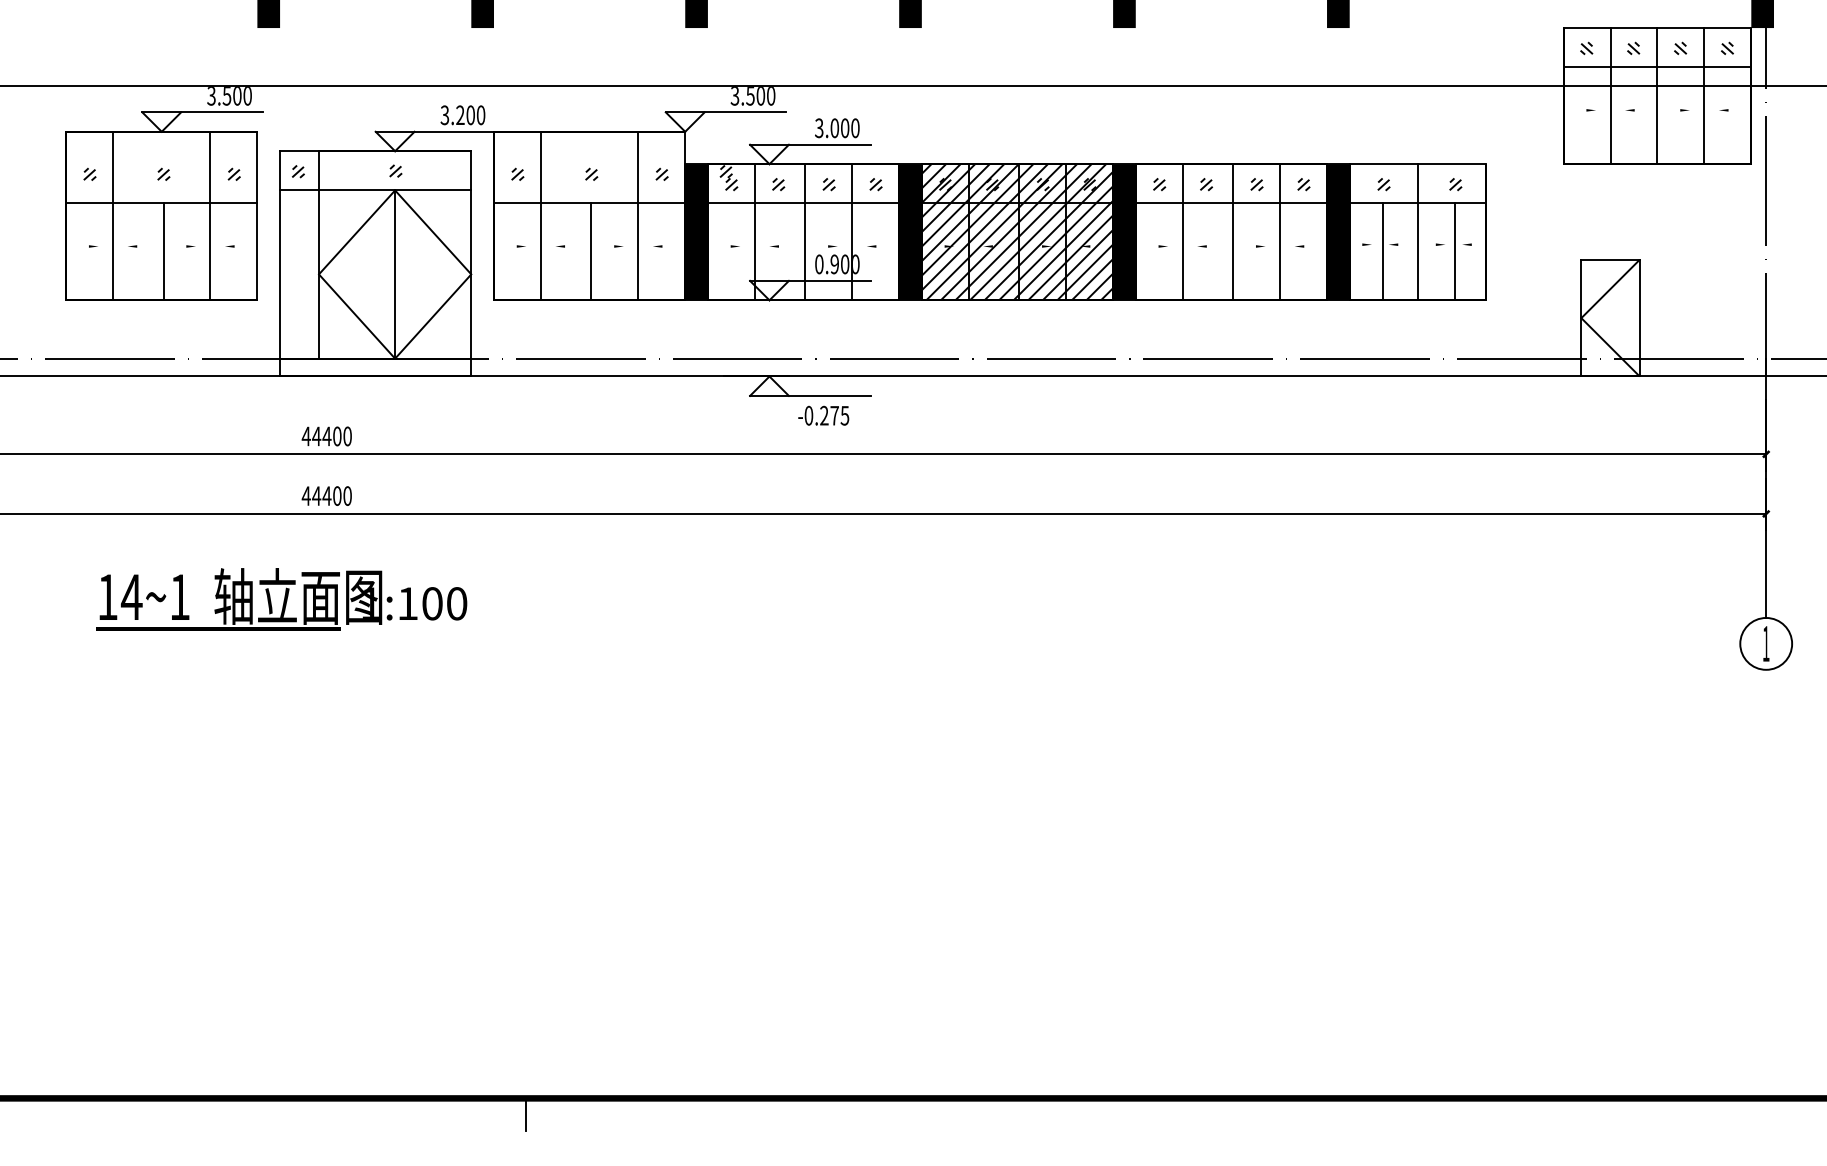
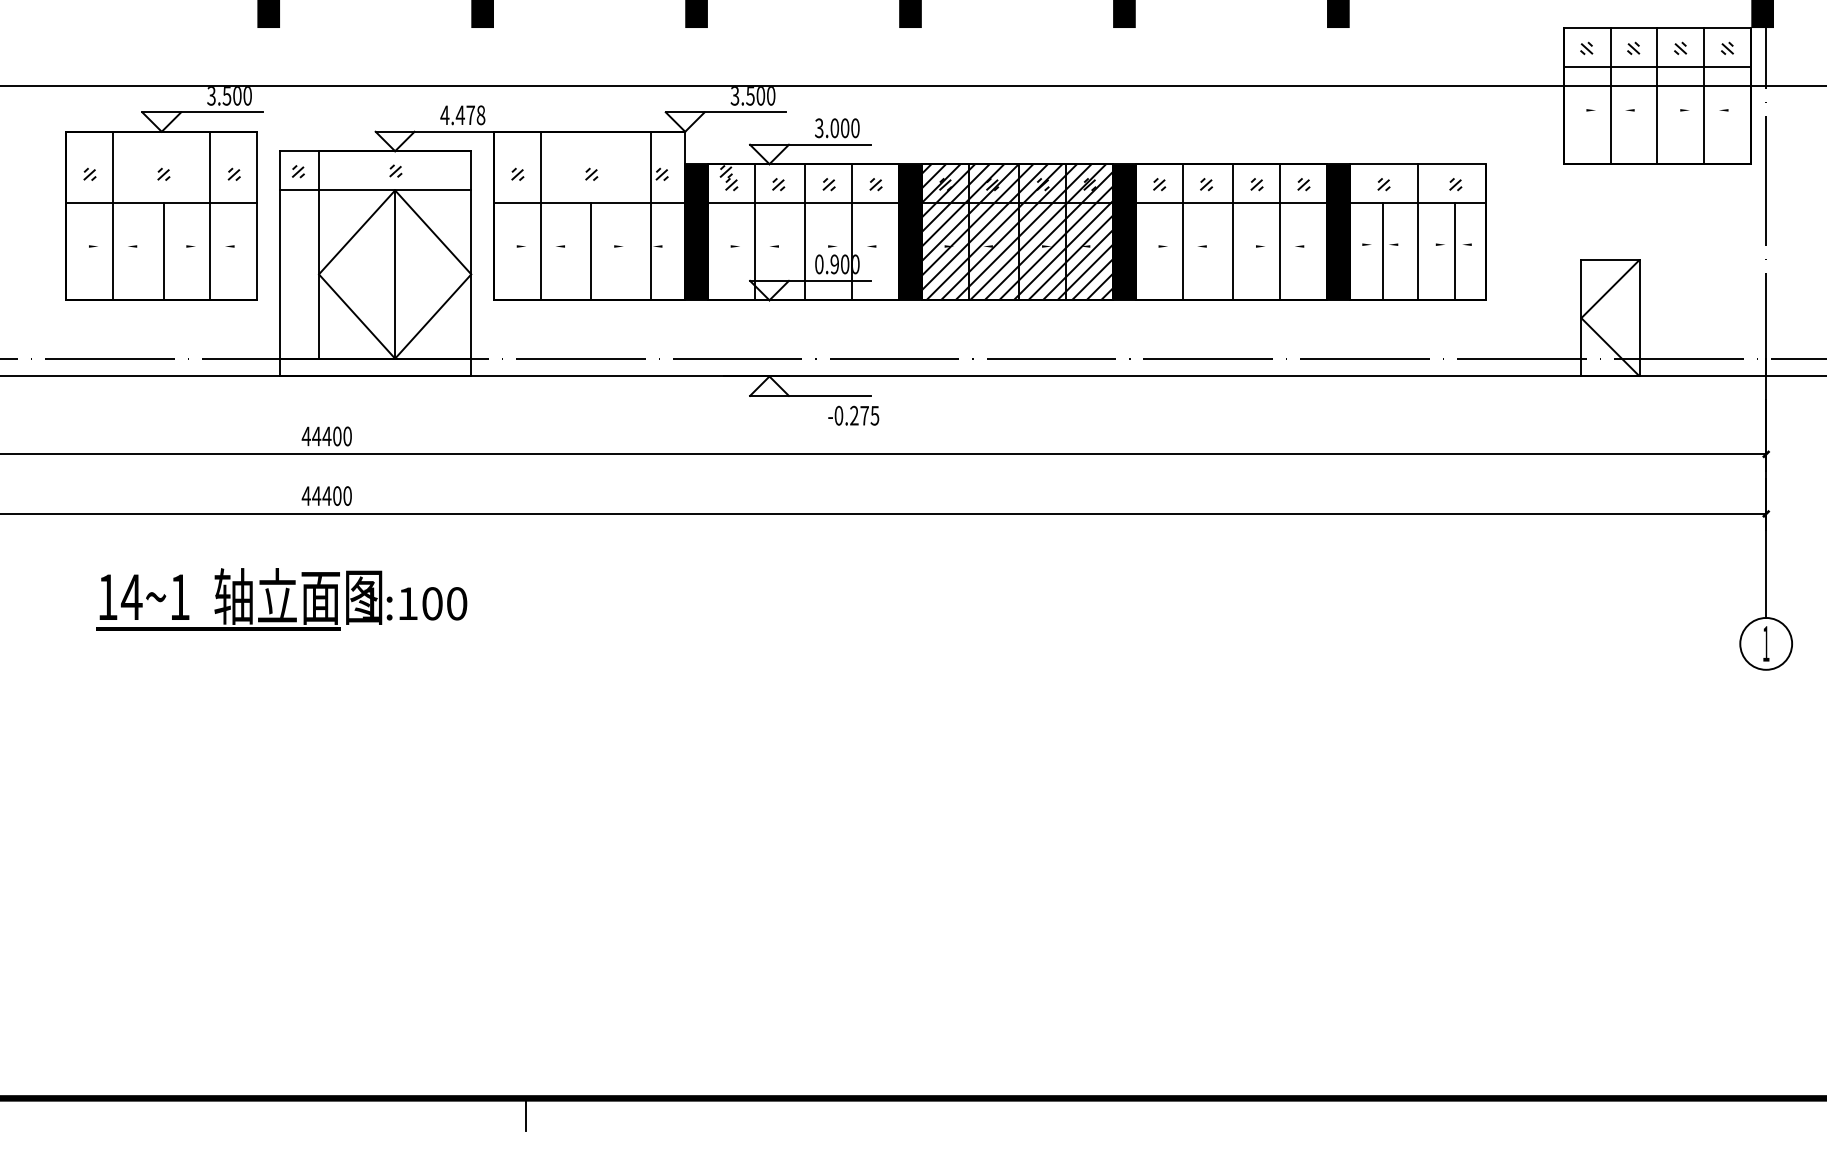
text at (462, 115): 3.200 -> 4.478
line at (638, 215) position: (638, 215) -> (651, 215)
text at (823, 415) position: (823, 415) -> (853, 415)
